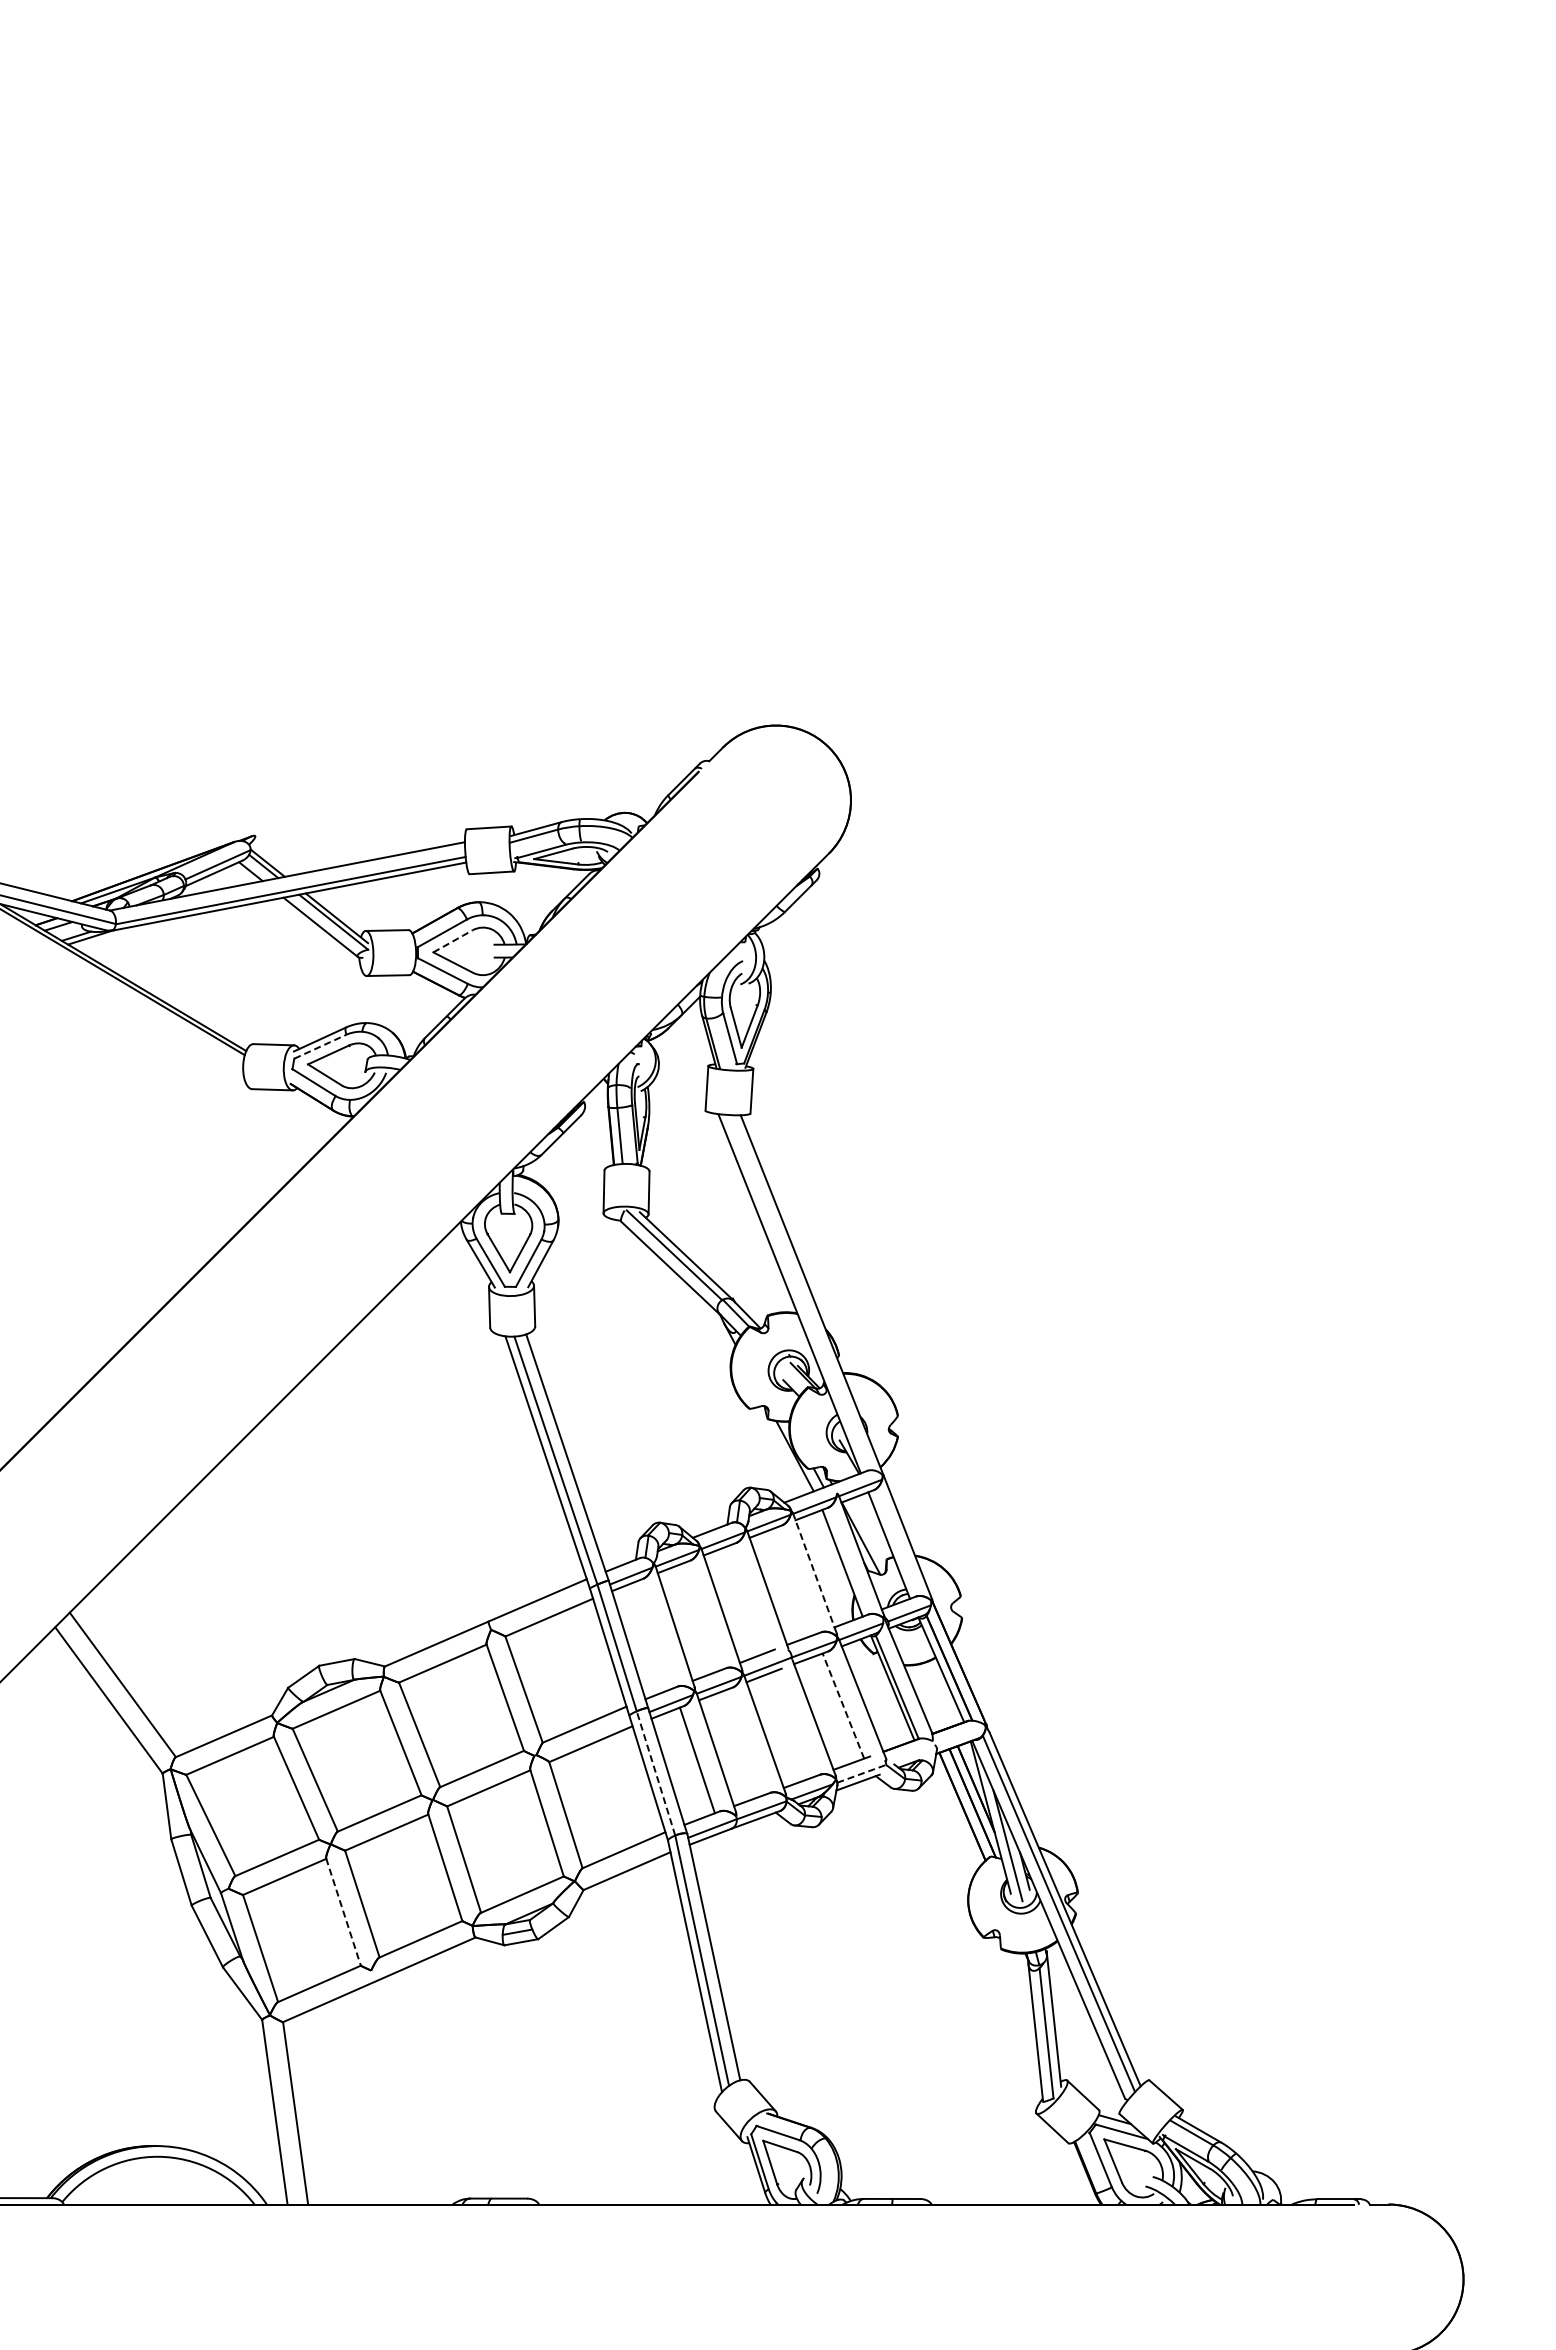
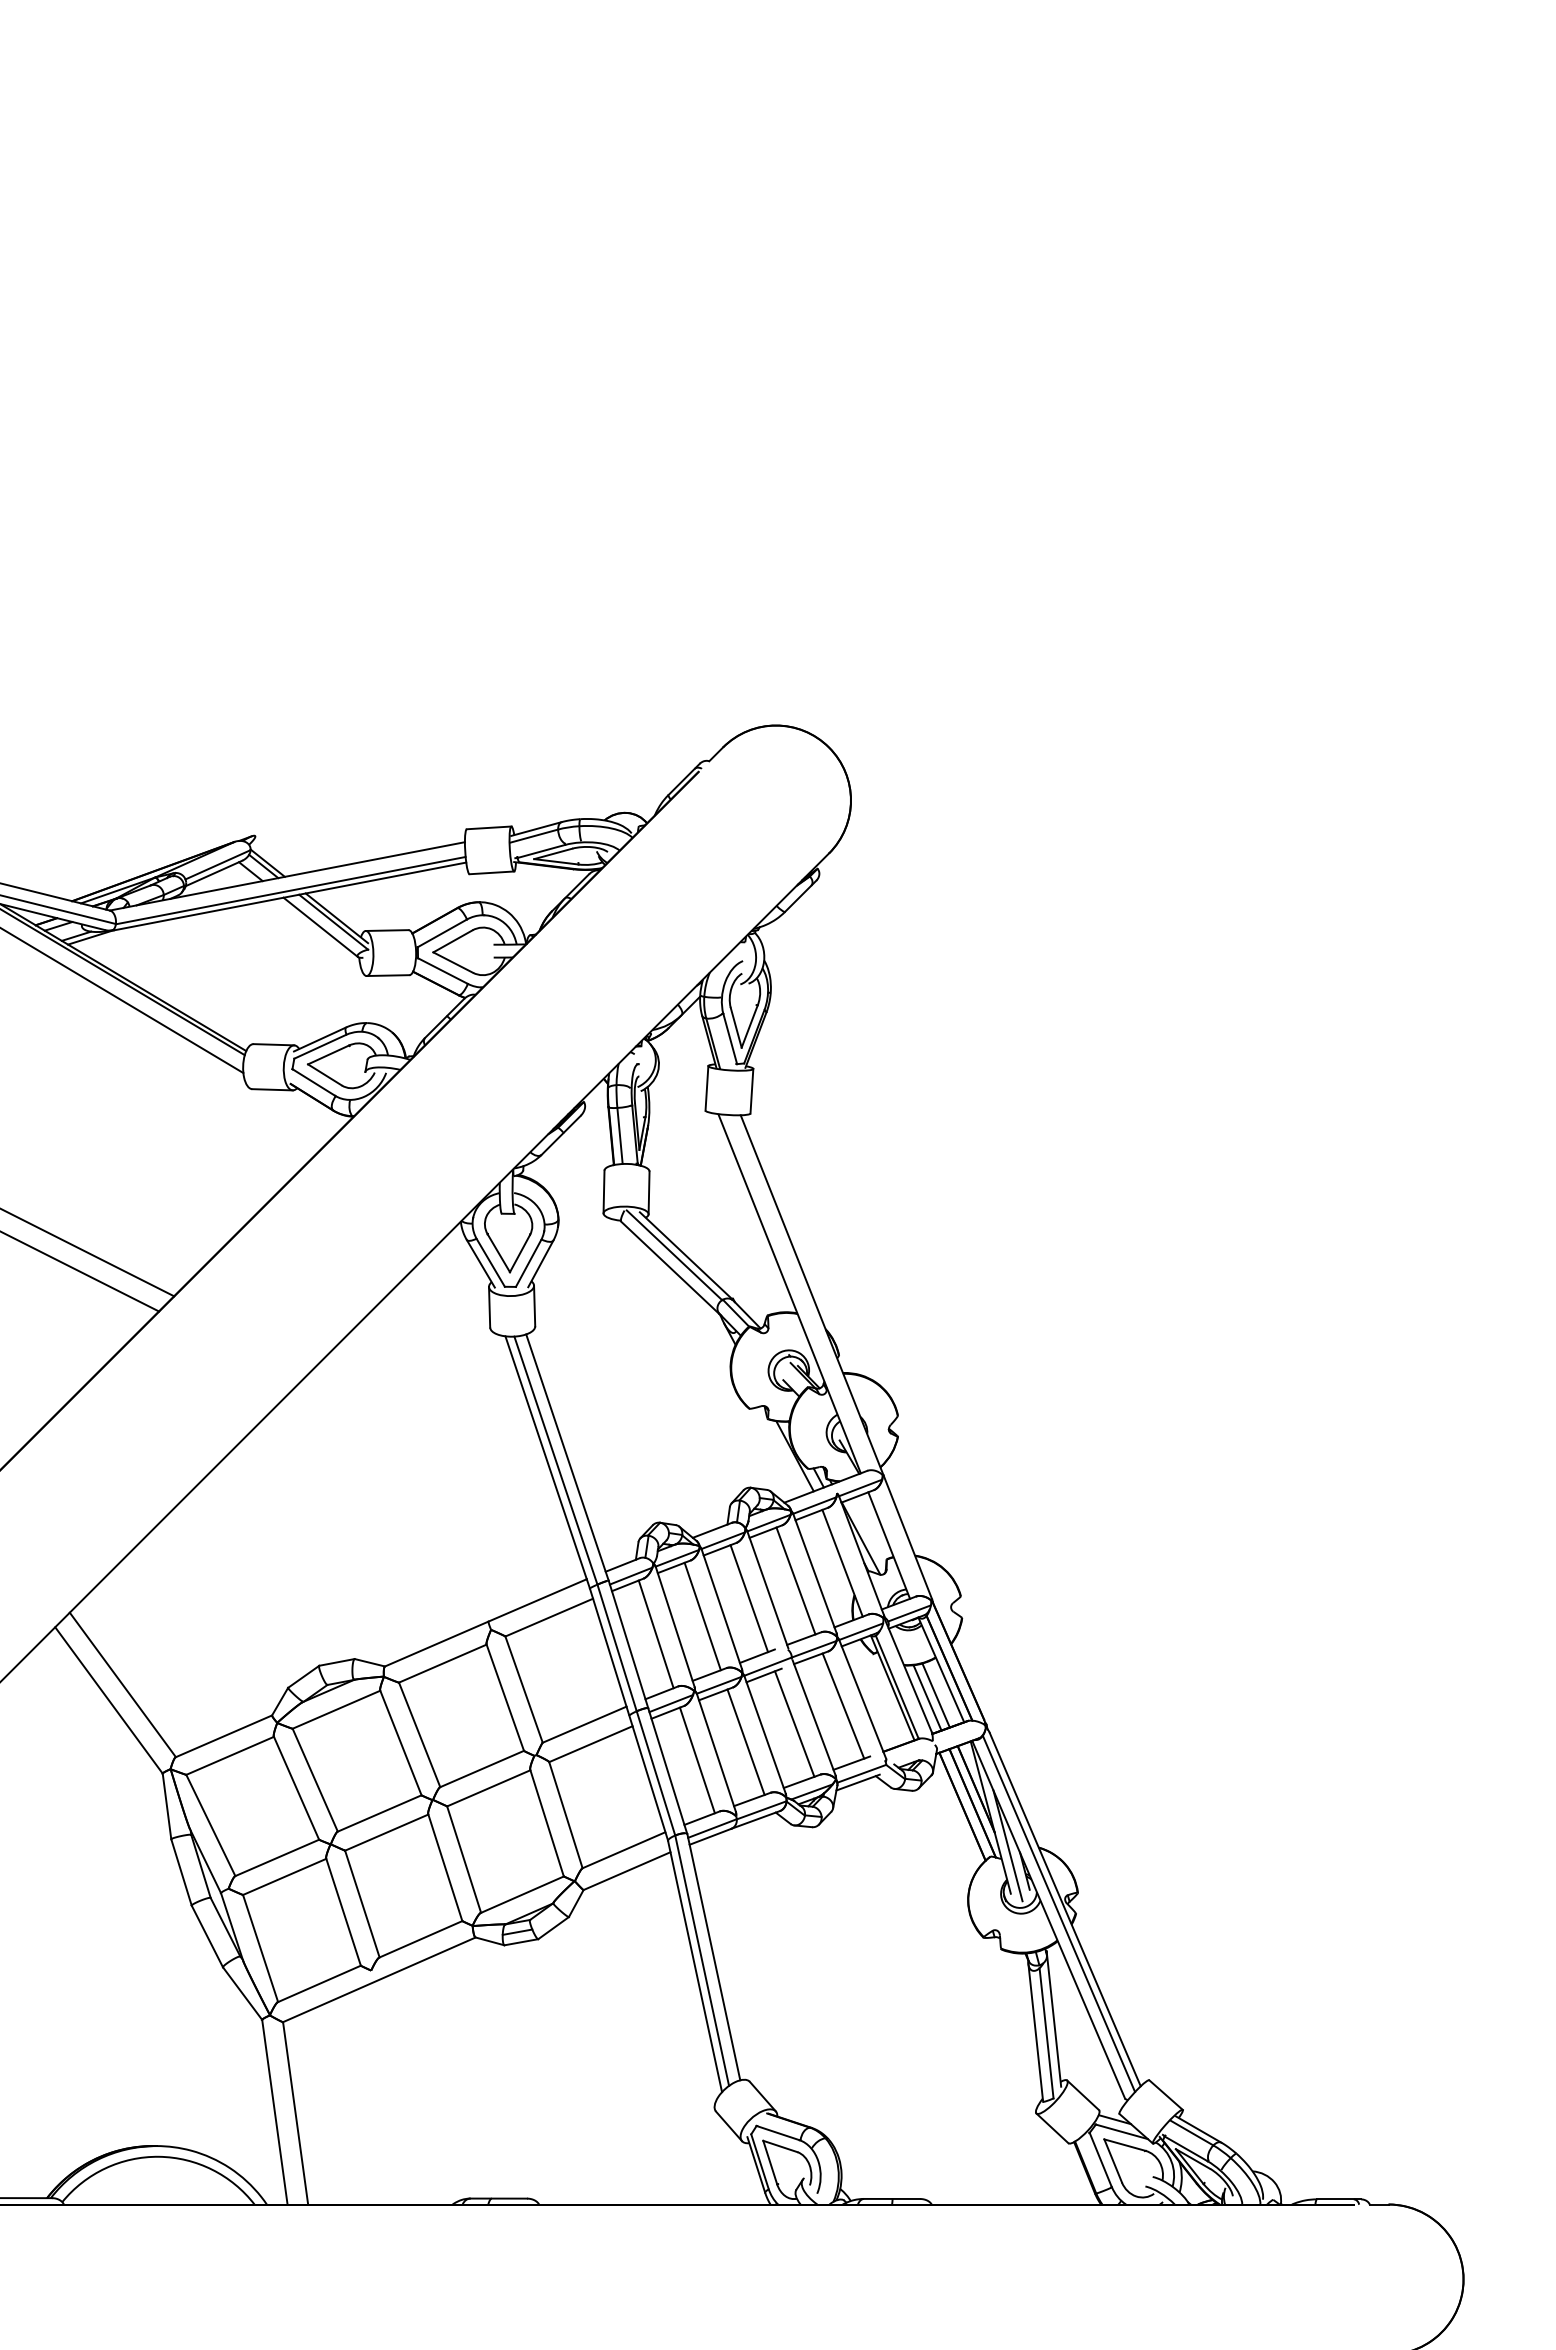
line at (453, 941): dashed -> solid
line at (122, 1001): none -> present
line at (320, 1046): dashed -> solid
line at (88, 1252): none -> present
line at (80, 1271): none -> present
line at (814, 1573): dashed -> solid
line at (795, 1580): none -> present
line at (749, 1598): none -> present
line at (702, 1616): none -> present
line at (655, 1634): none -> present
line at (935, 1695): none -> present
line at (927, 1697): none -> present
line at (843, 1706): dashed -> solid
line at (794, 1723): none -> present
line at (745, 1741): none -> present
line at (655, 1772): dashed -> solid
line at (862, 1773): dashed -> solid
line at (343, 1912): dashed -> solid
